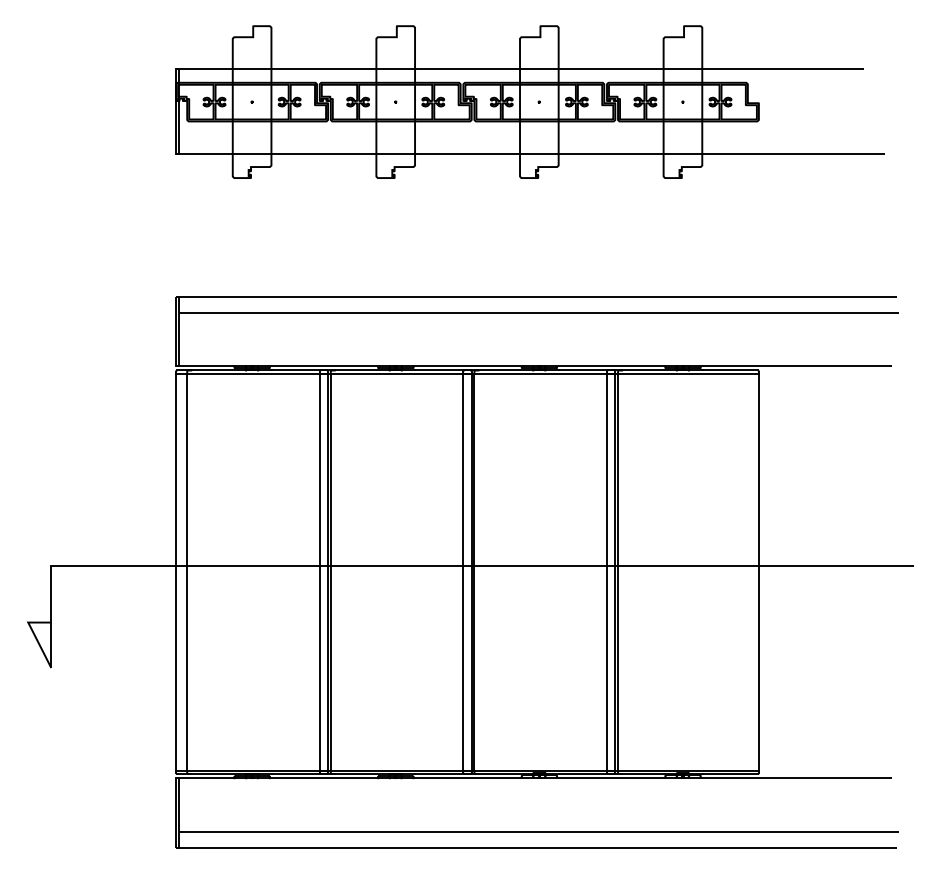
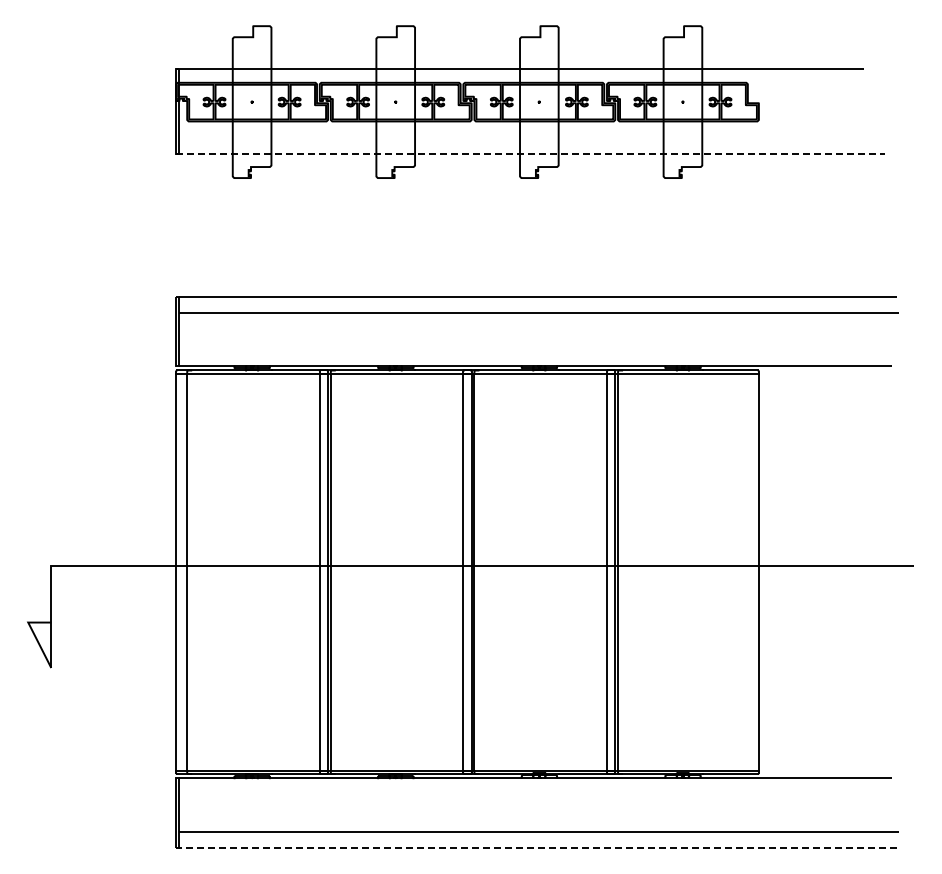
line at (530, 153): solid -> dashed
line at (538, 847): solid -> dashed
